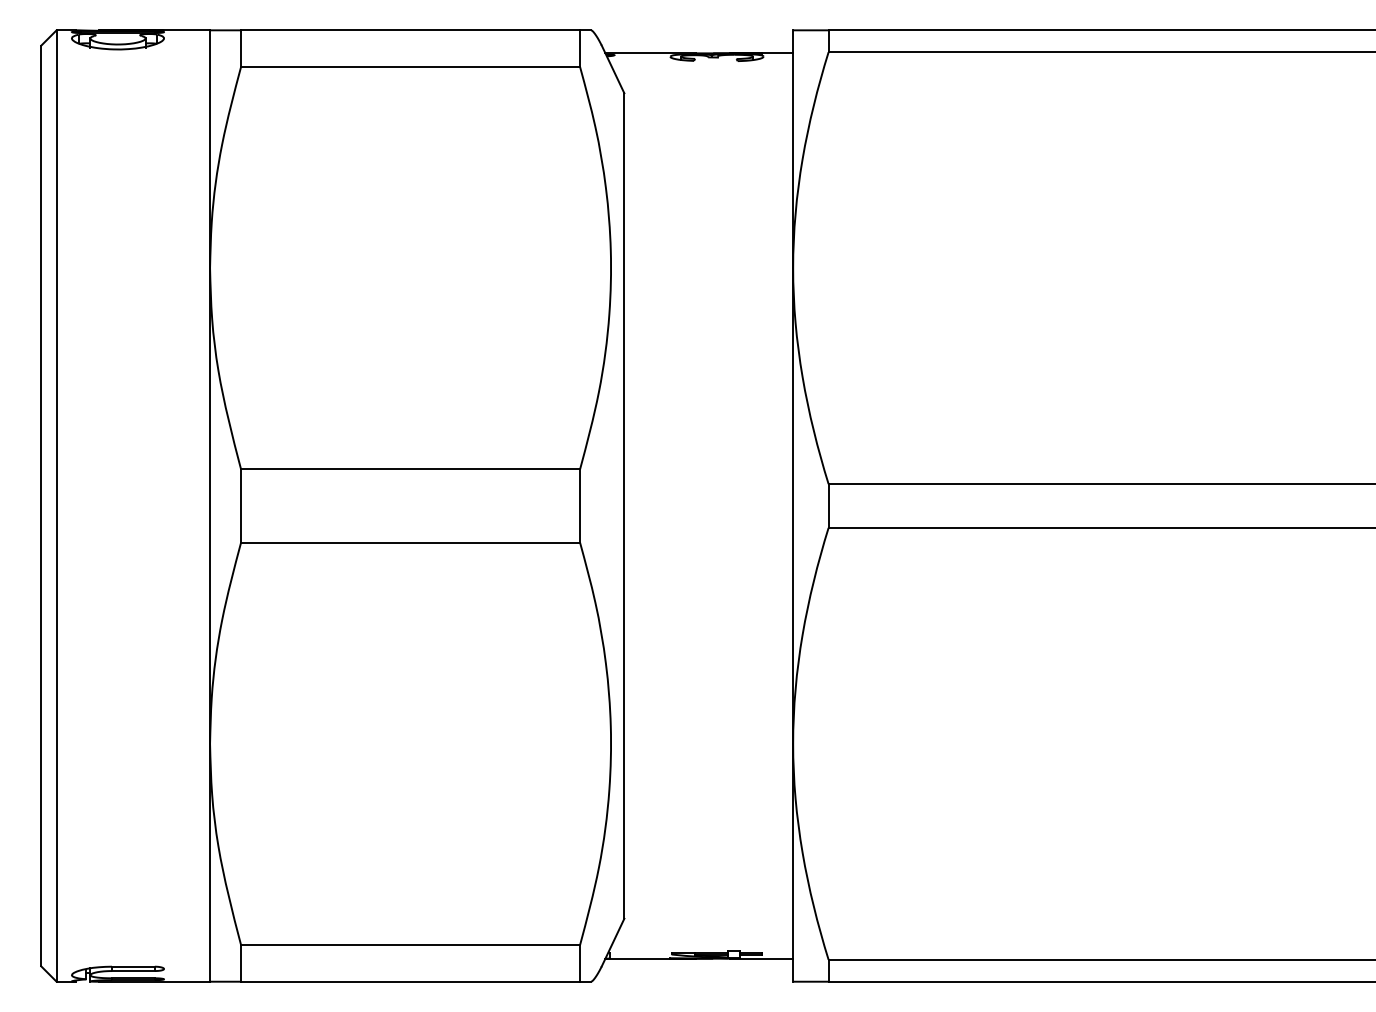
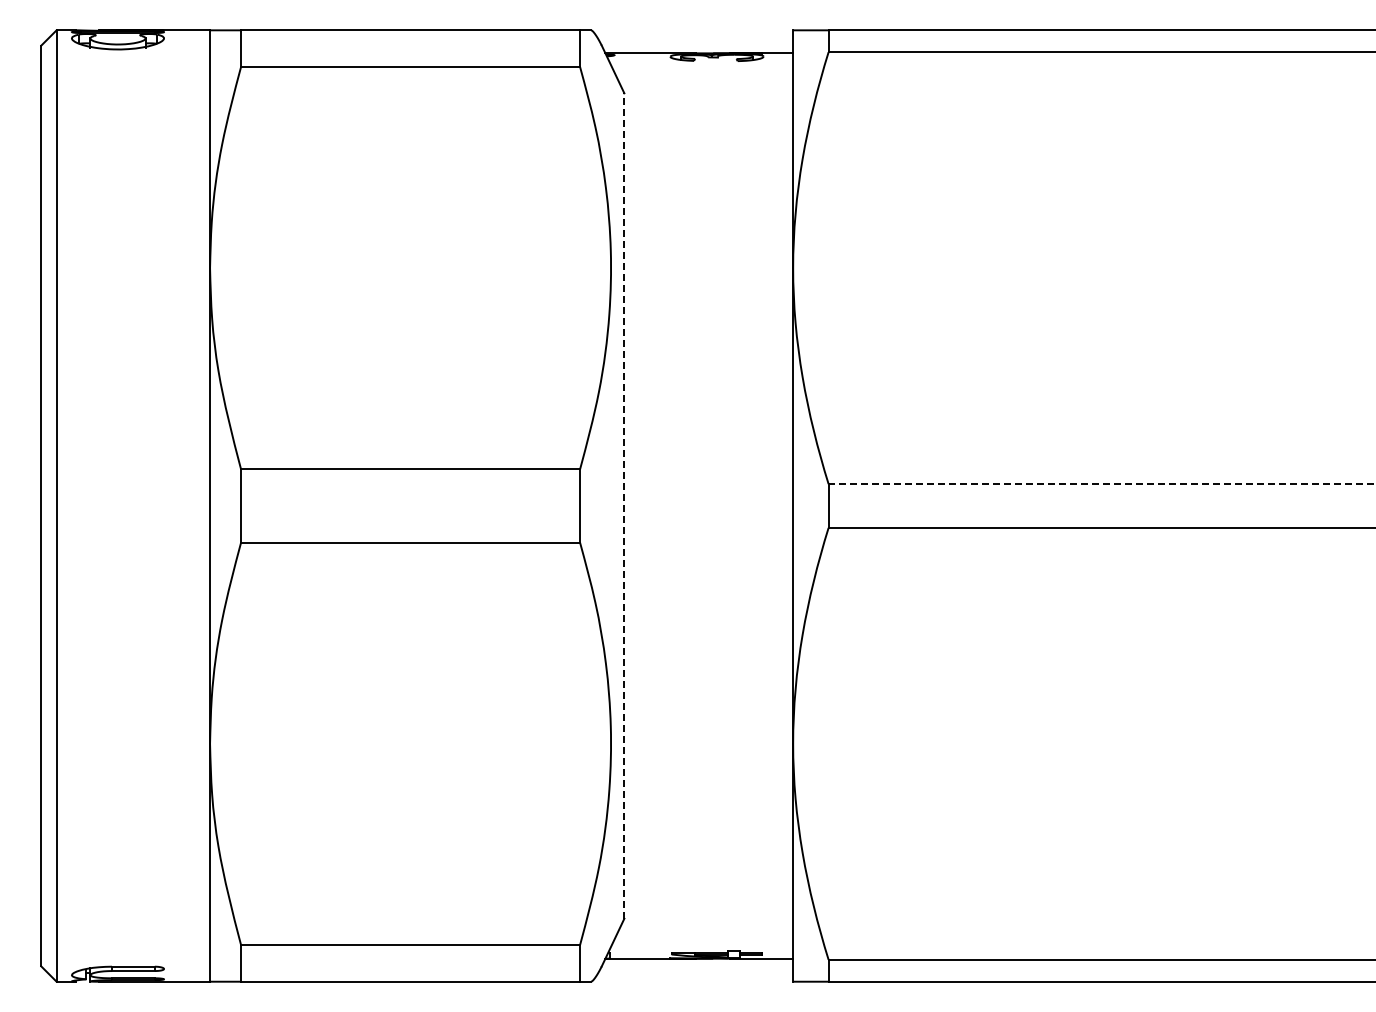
line at (1101, 484): solid -> dashed
line at (624, 506): solid -> dashed
